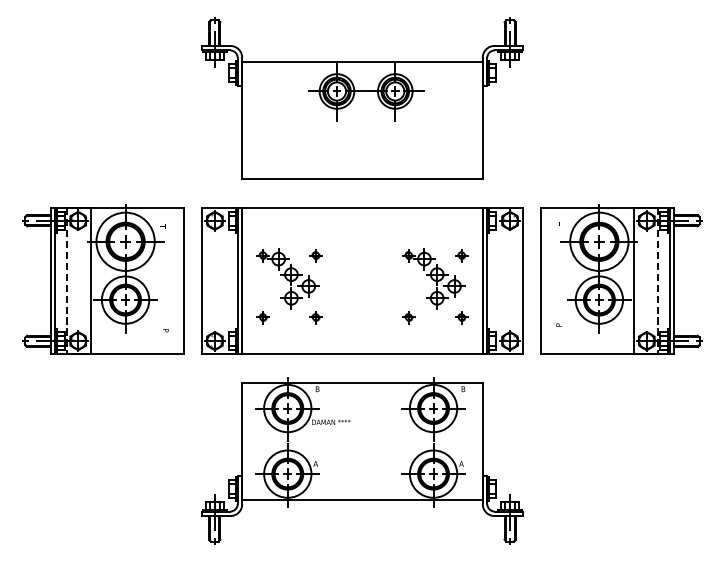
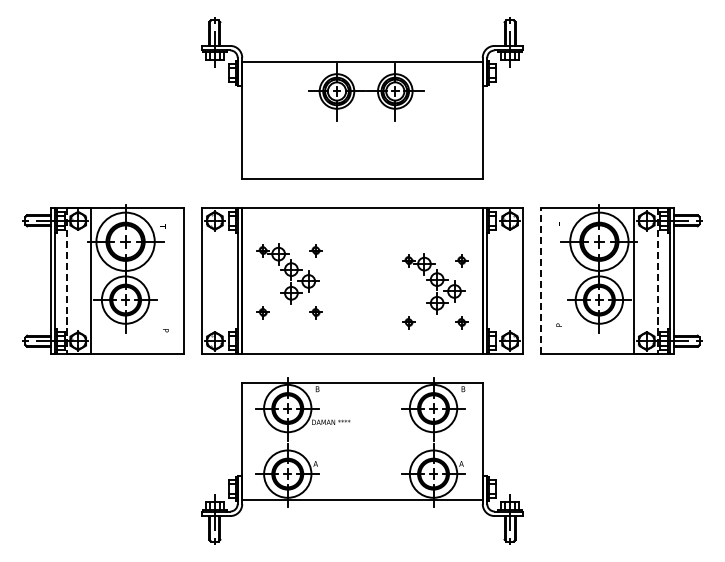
line at (541, 281): solid -> dashed
part at (289, 286) position: (289, 286) -> (289, 281)
part at (435, 286) position: (435, 286) -> (435, 291)
